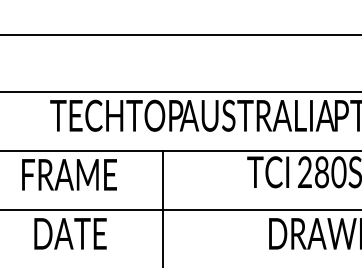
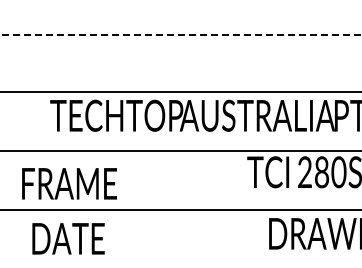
line at (181, 34): solid -> dashed
text at (69, 174) position: (69, 174) -> (69, 183)
line at (162, 207): present -> none
text at (70, 233) position: (70, 233) -> (68, 238)
